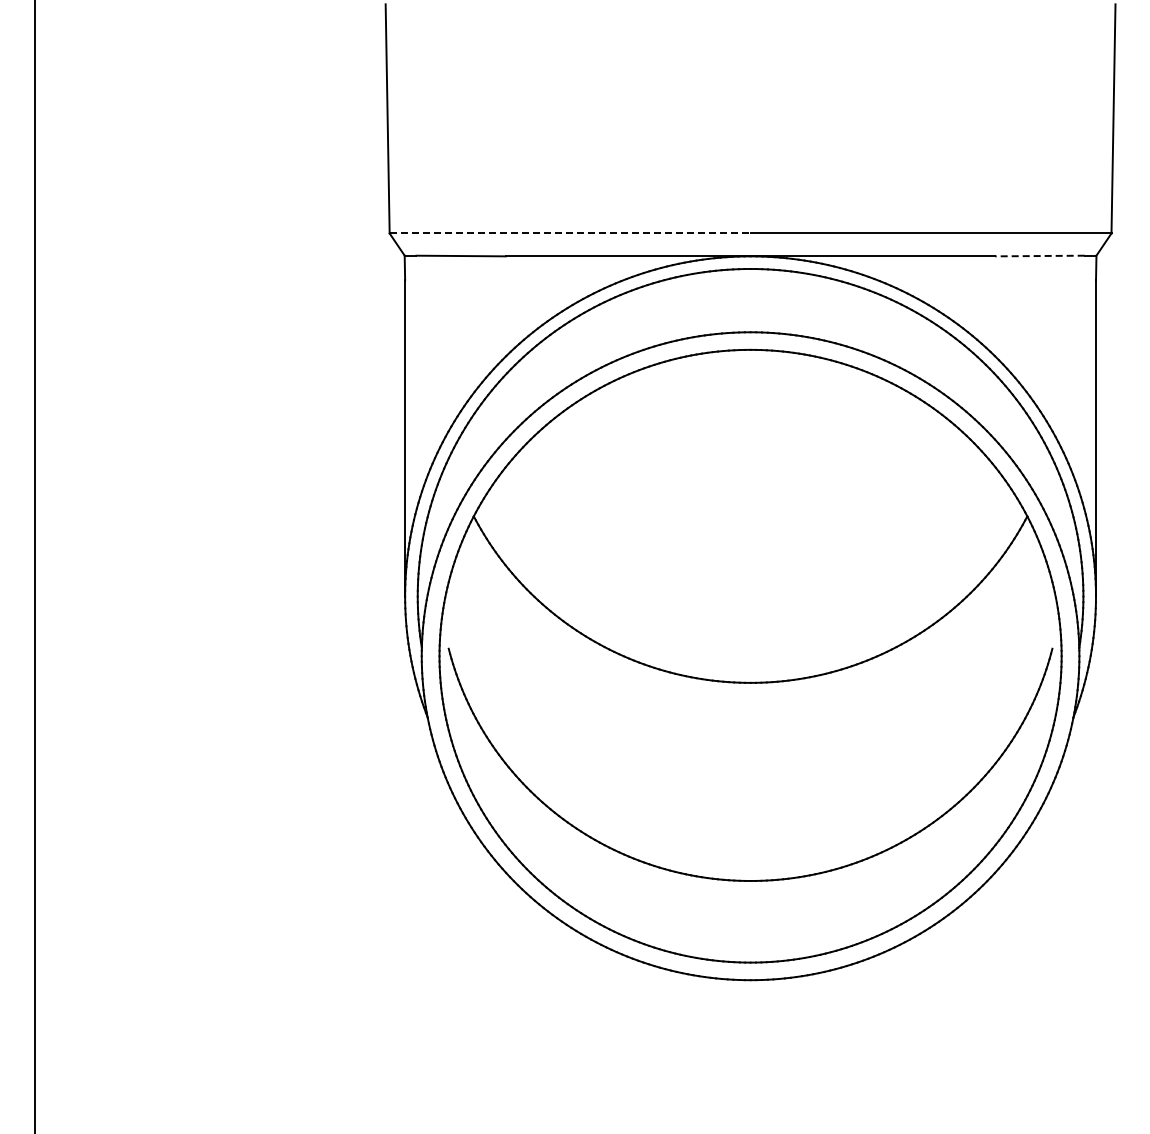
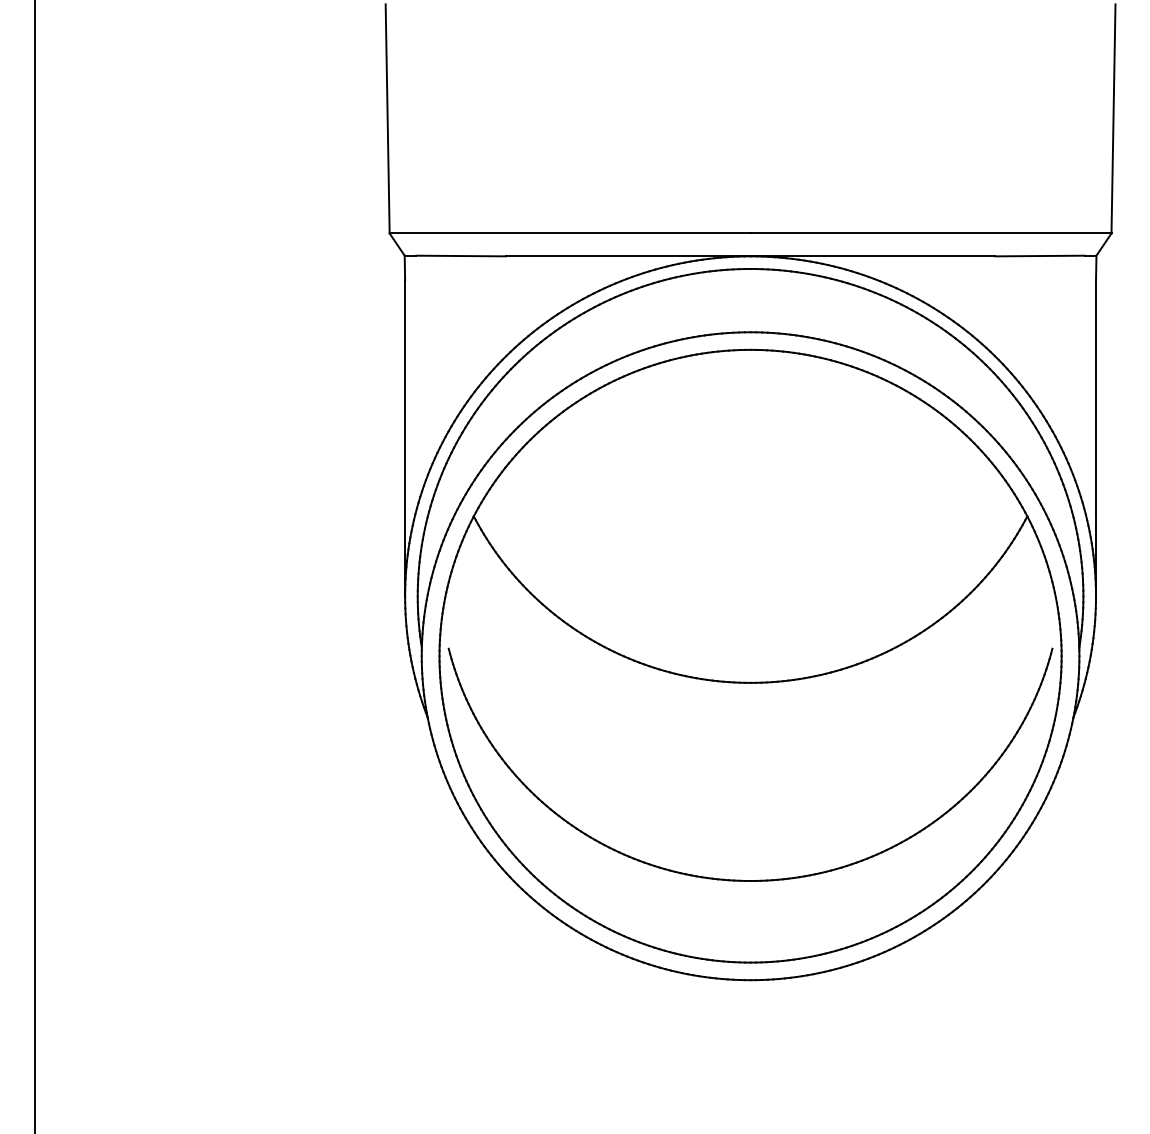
line at (570, 233): dashed -> solid
line at (1039, 256): dashed -> solid
